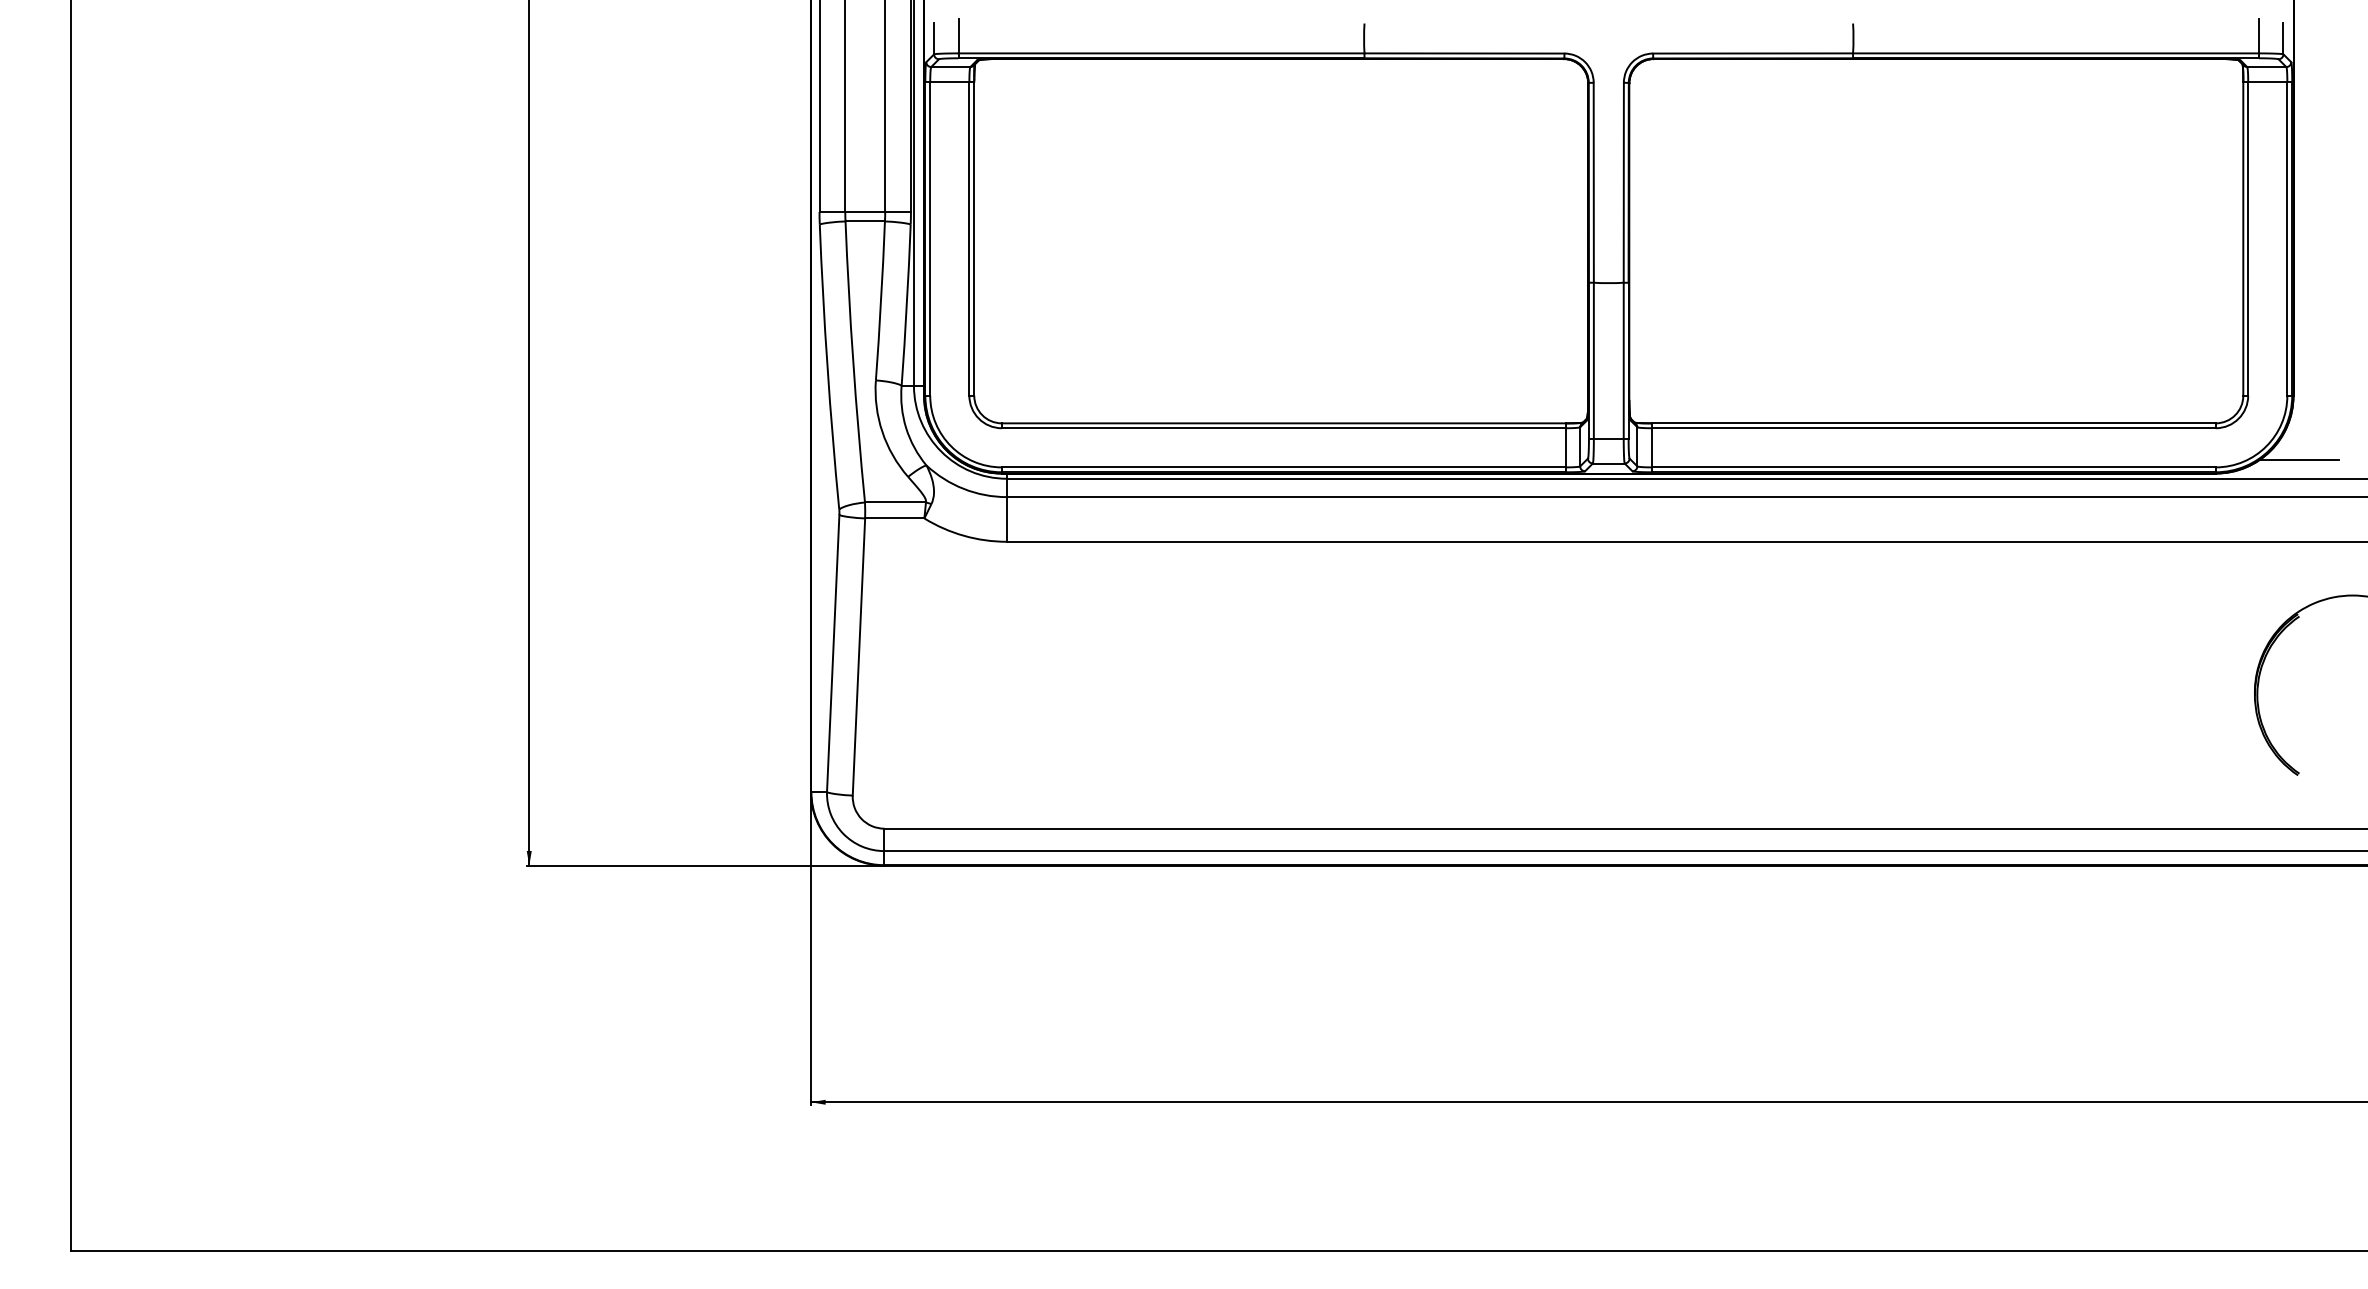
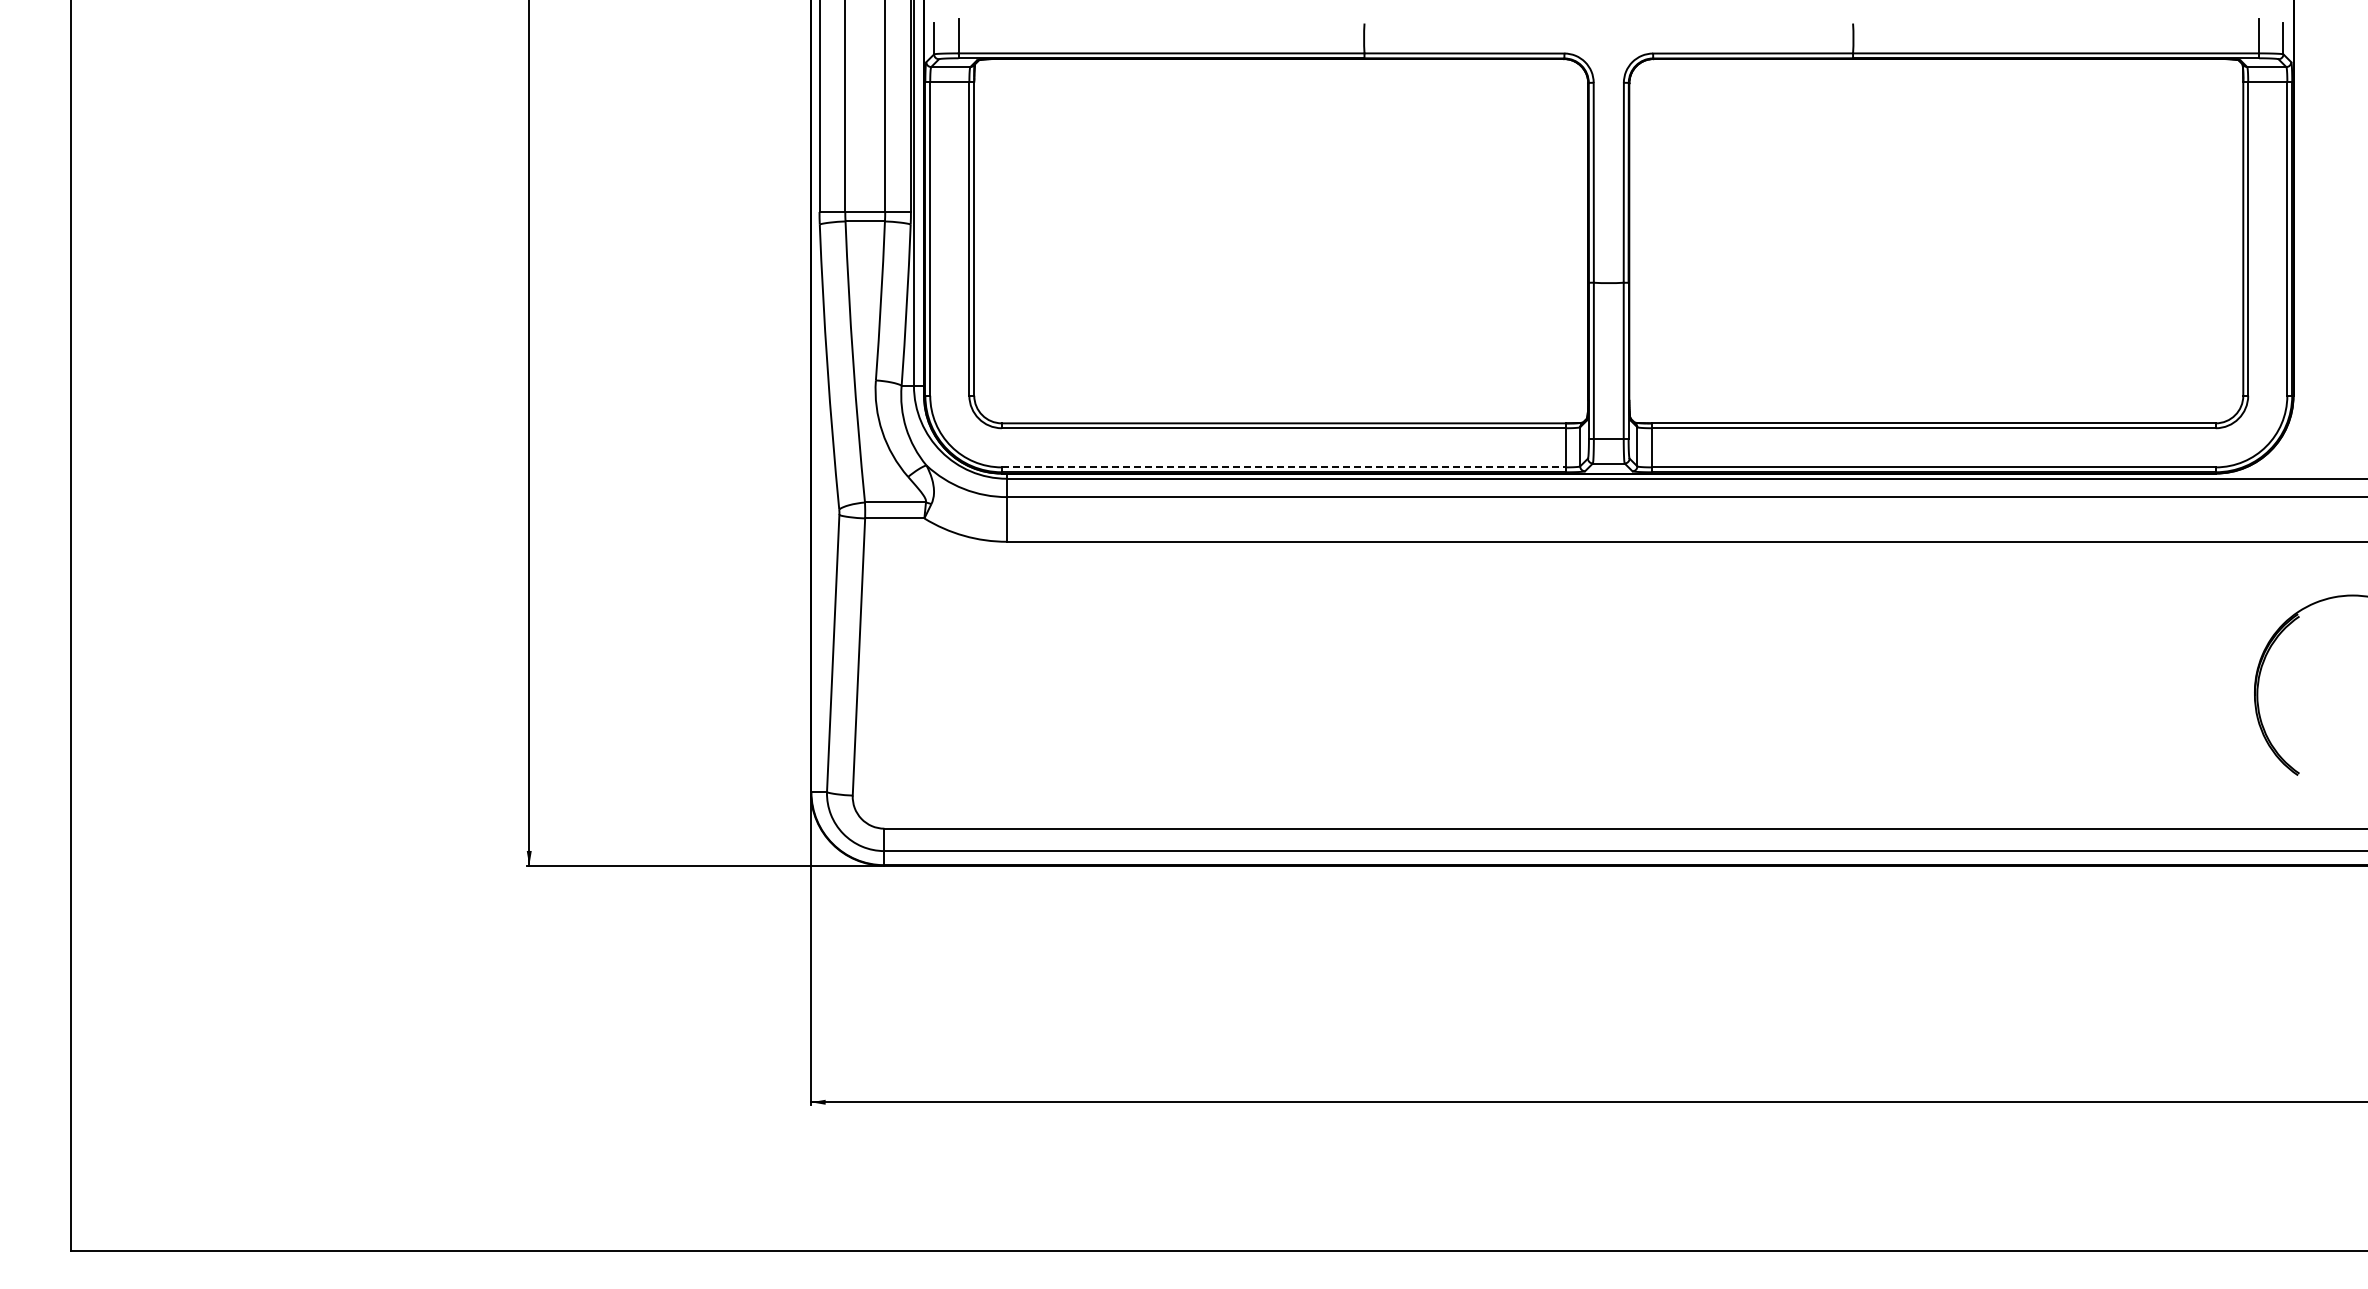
line at (2298, 460): present -> none
line at (1283, 467): solid -> dashed
